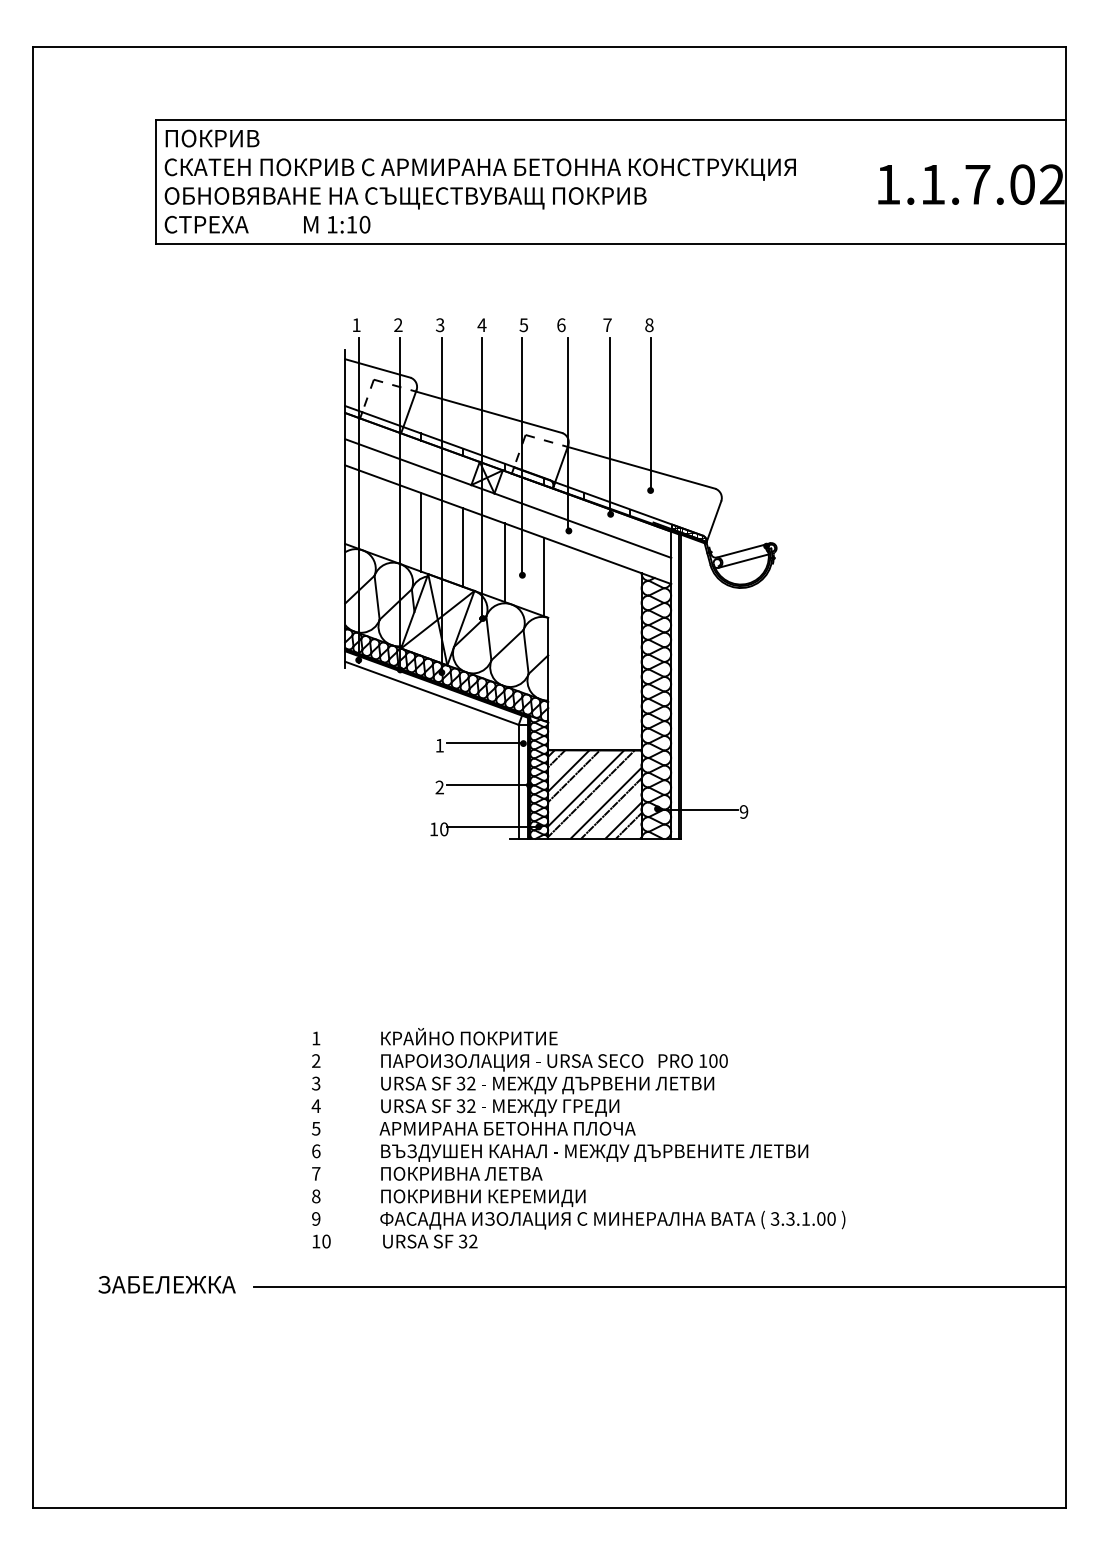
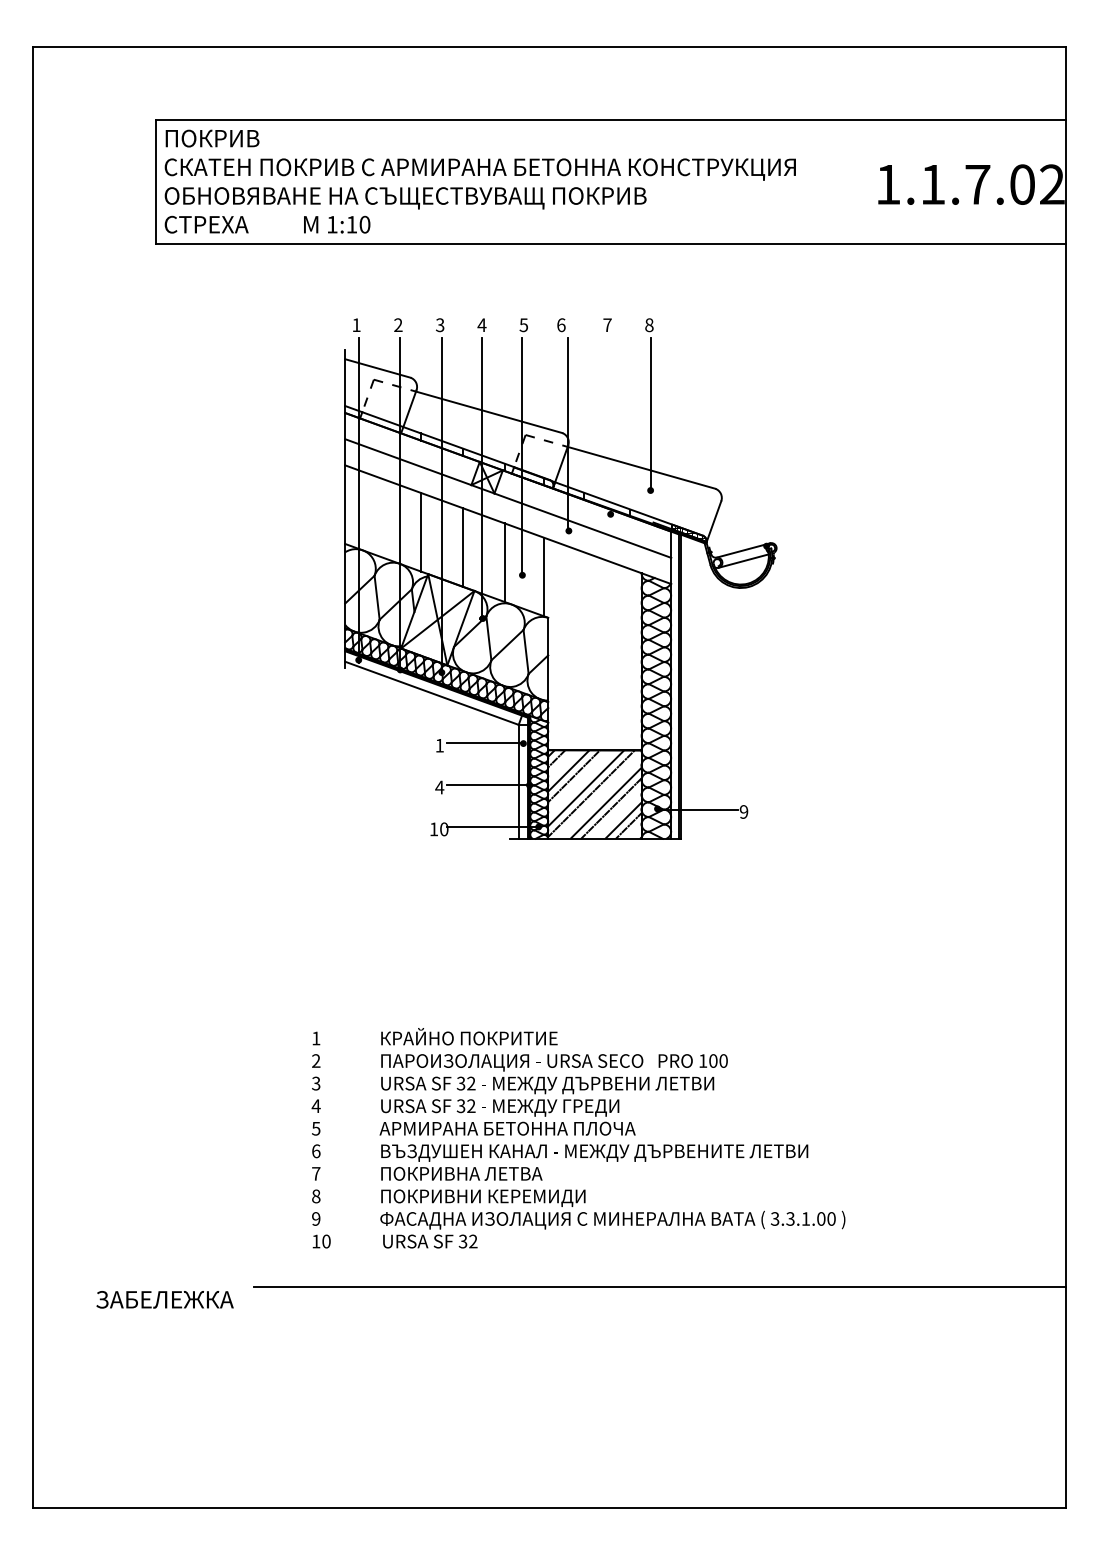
line at (609, 425): present -> none
text at (439, 787): 2 -> 4
text at (166, 1284) position: (166, 1284) -> (164, 1299)
